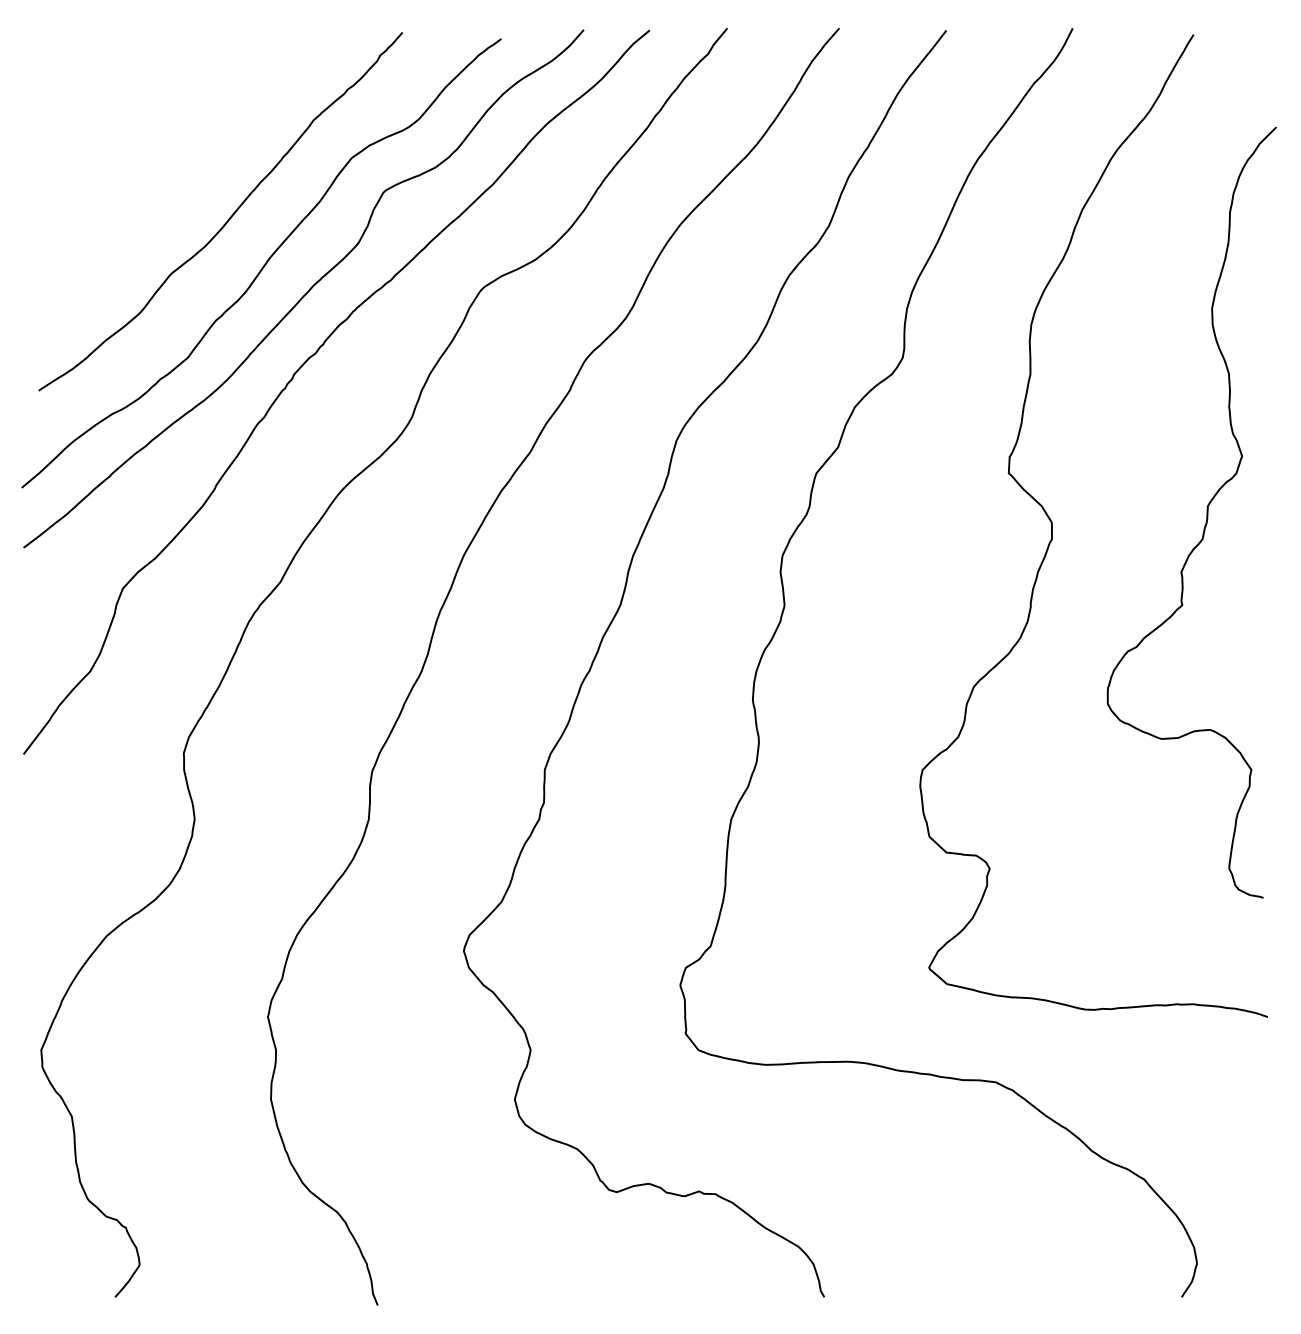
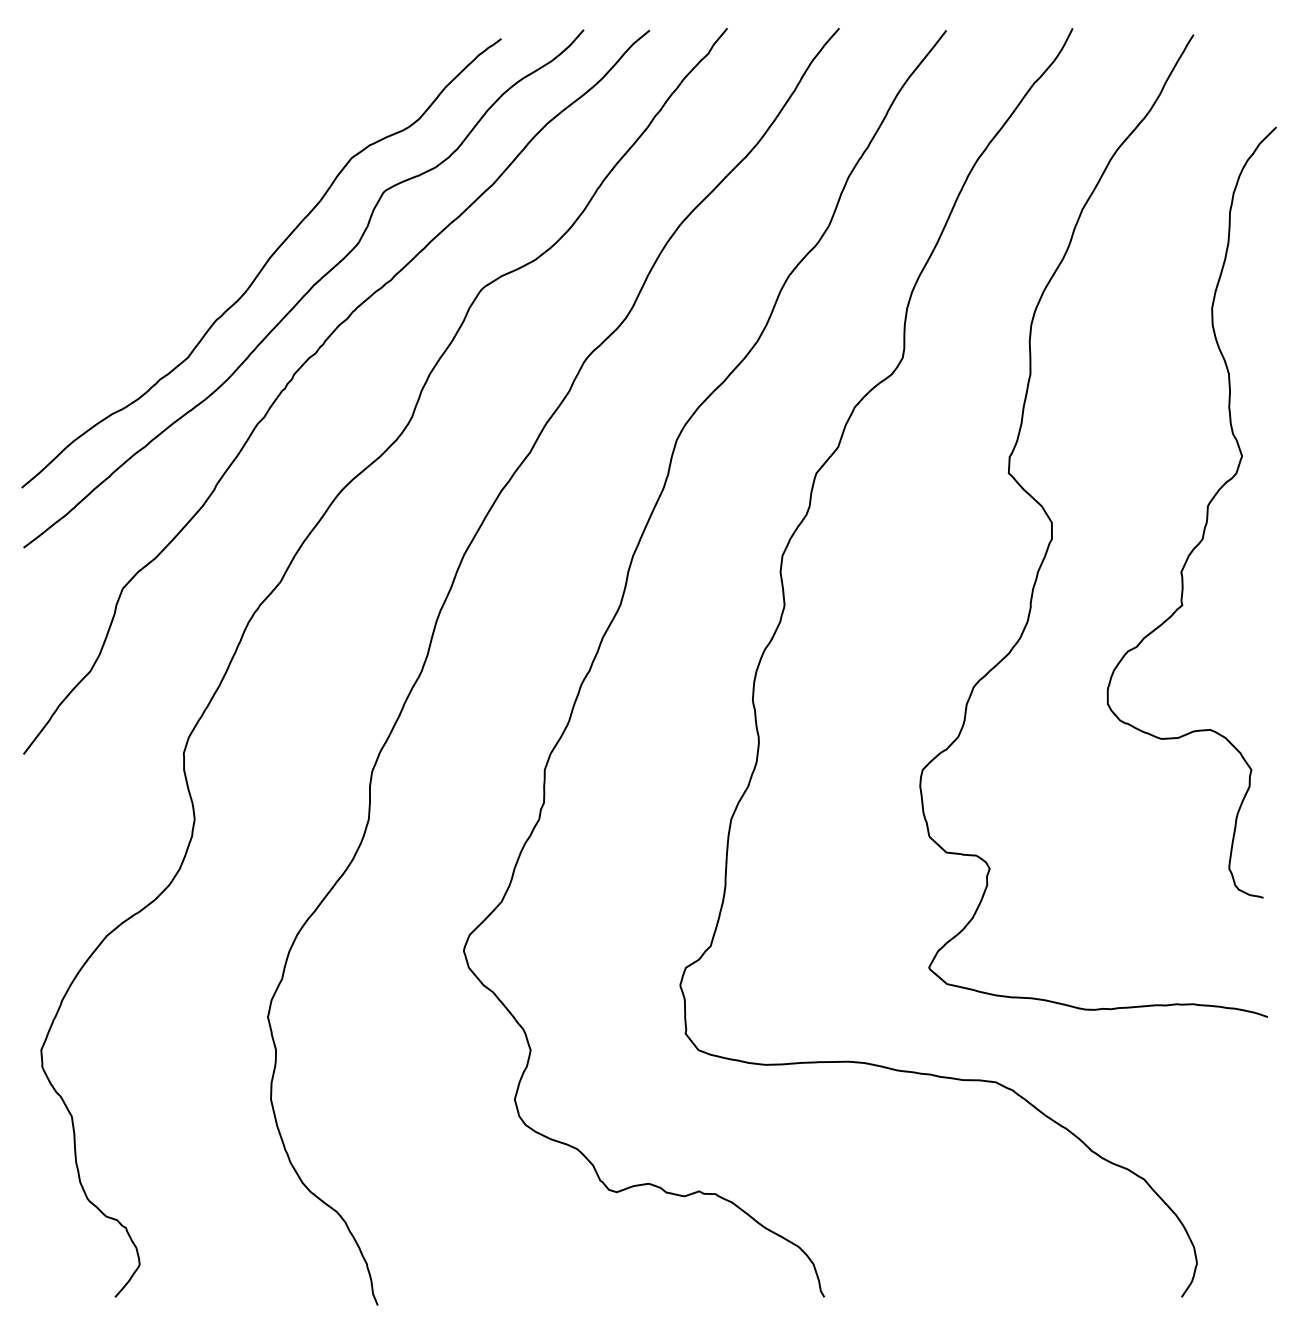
curve at (228, 218): present -> none
